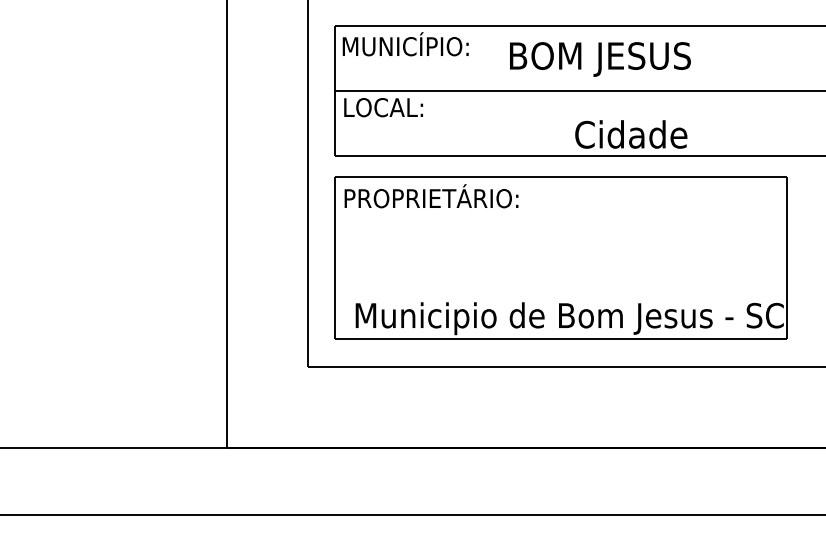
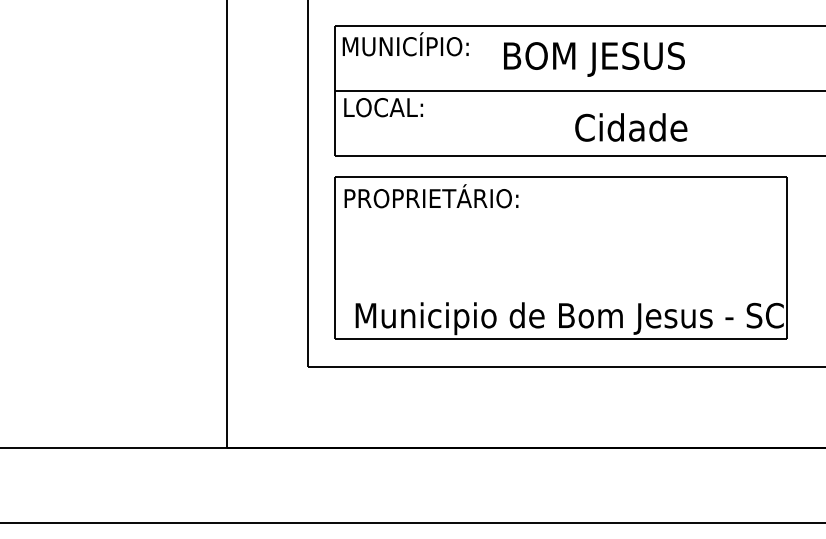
text at (600, 59) position: (600, 59) -> (594, 59)
text at (631, 134) position: (631, 134) -> (631, 127)
line at (412, 514) position: (412, 514) -> (412, 522)
